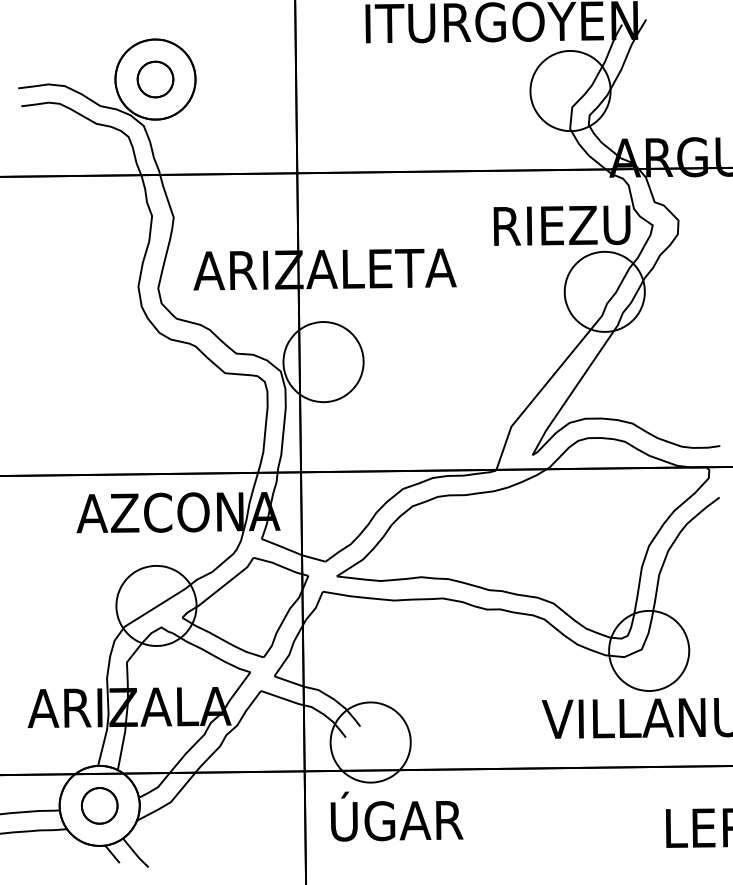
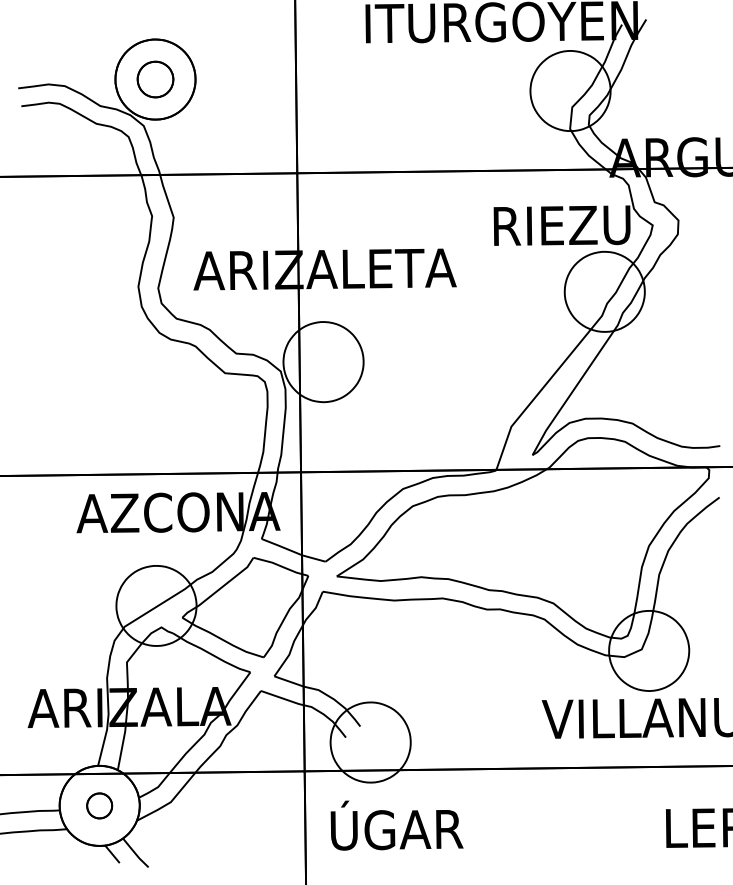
part at (99, 805) size: 39x38 px -> 28x28 px
text at (396, 816) position: (396, 816) -> (396, 825)
